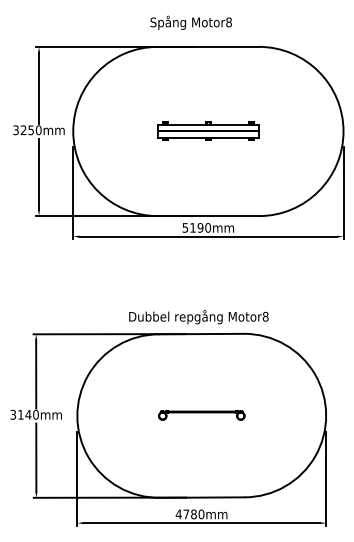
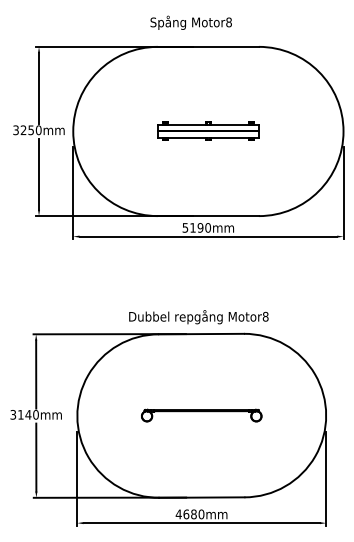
part at (201, 415) size: 88x11 px -> 122x15 px
text at (186, 514): 4780mm -> 4680mm
